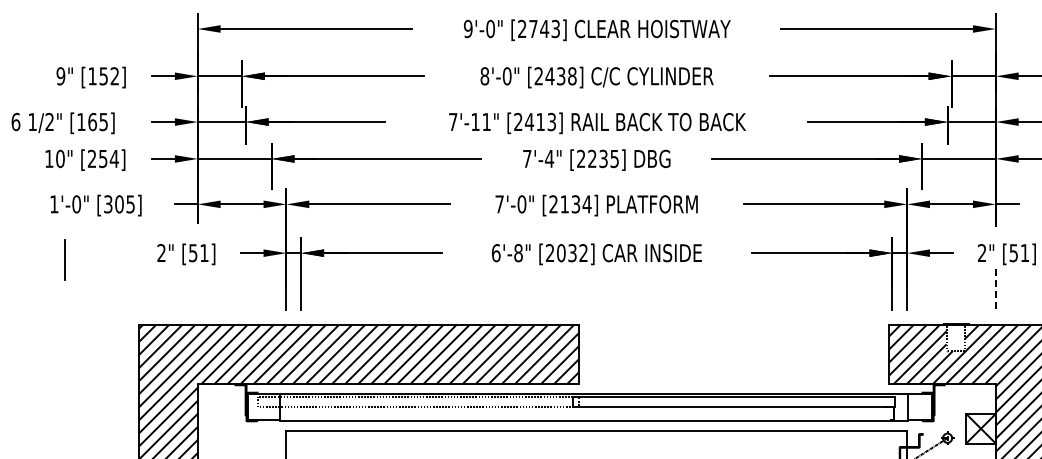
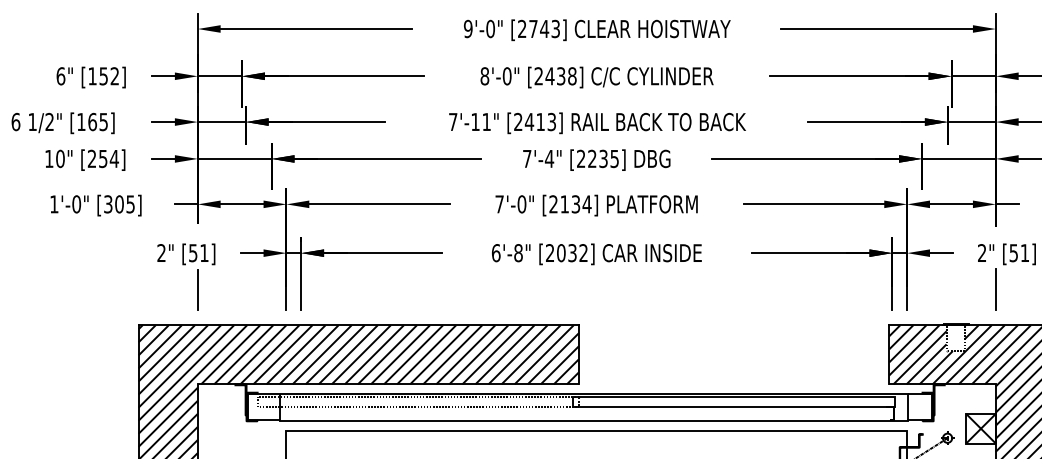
text at (60, 76): 9" -> 6"
line at (64, 259) position: (64, 259) -> (197, 289)
line at (995, 289): dashed -> solid
